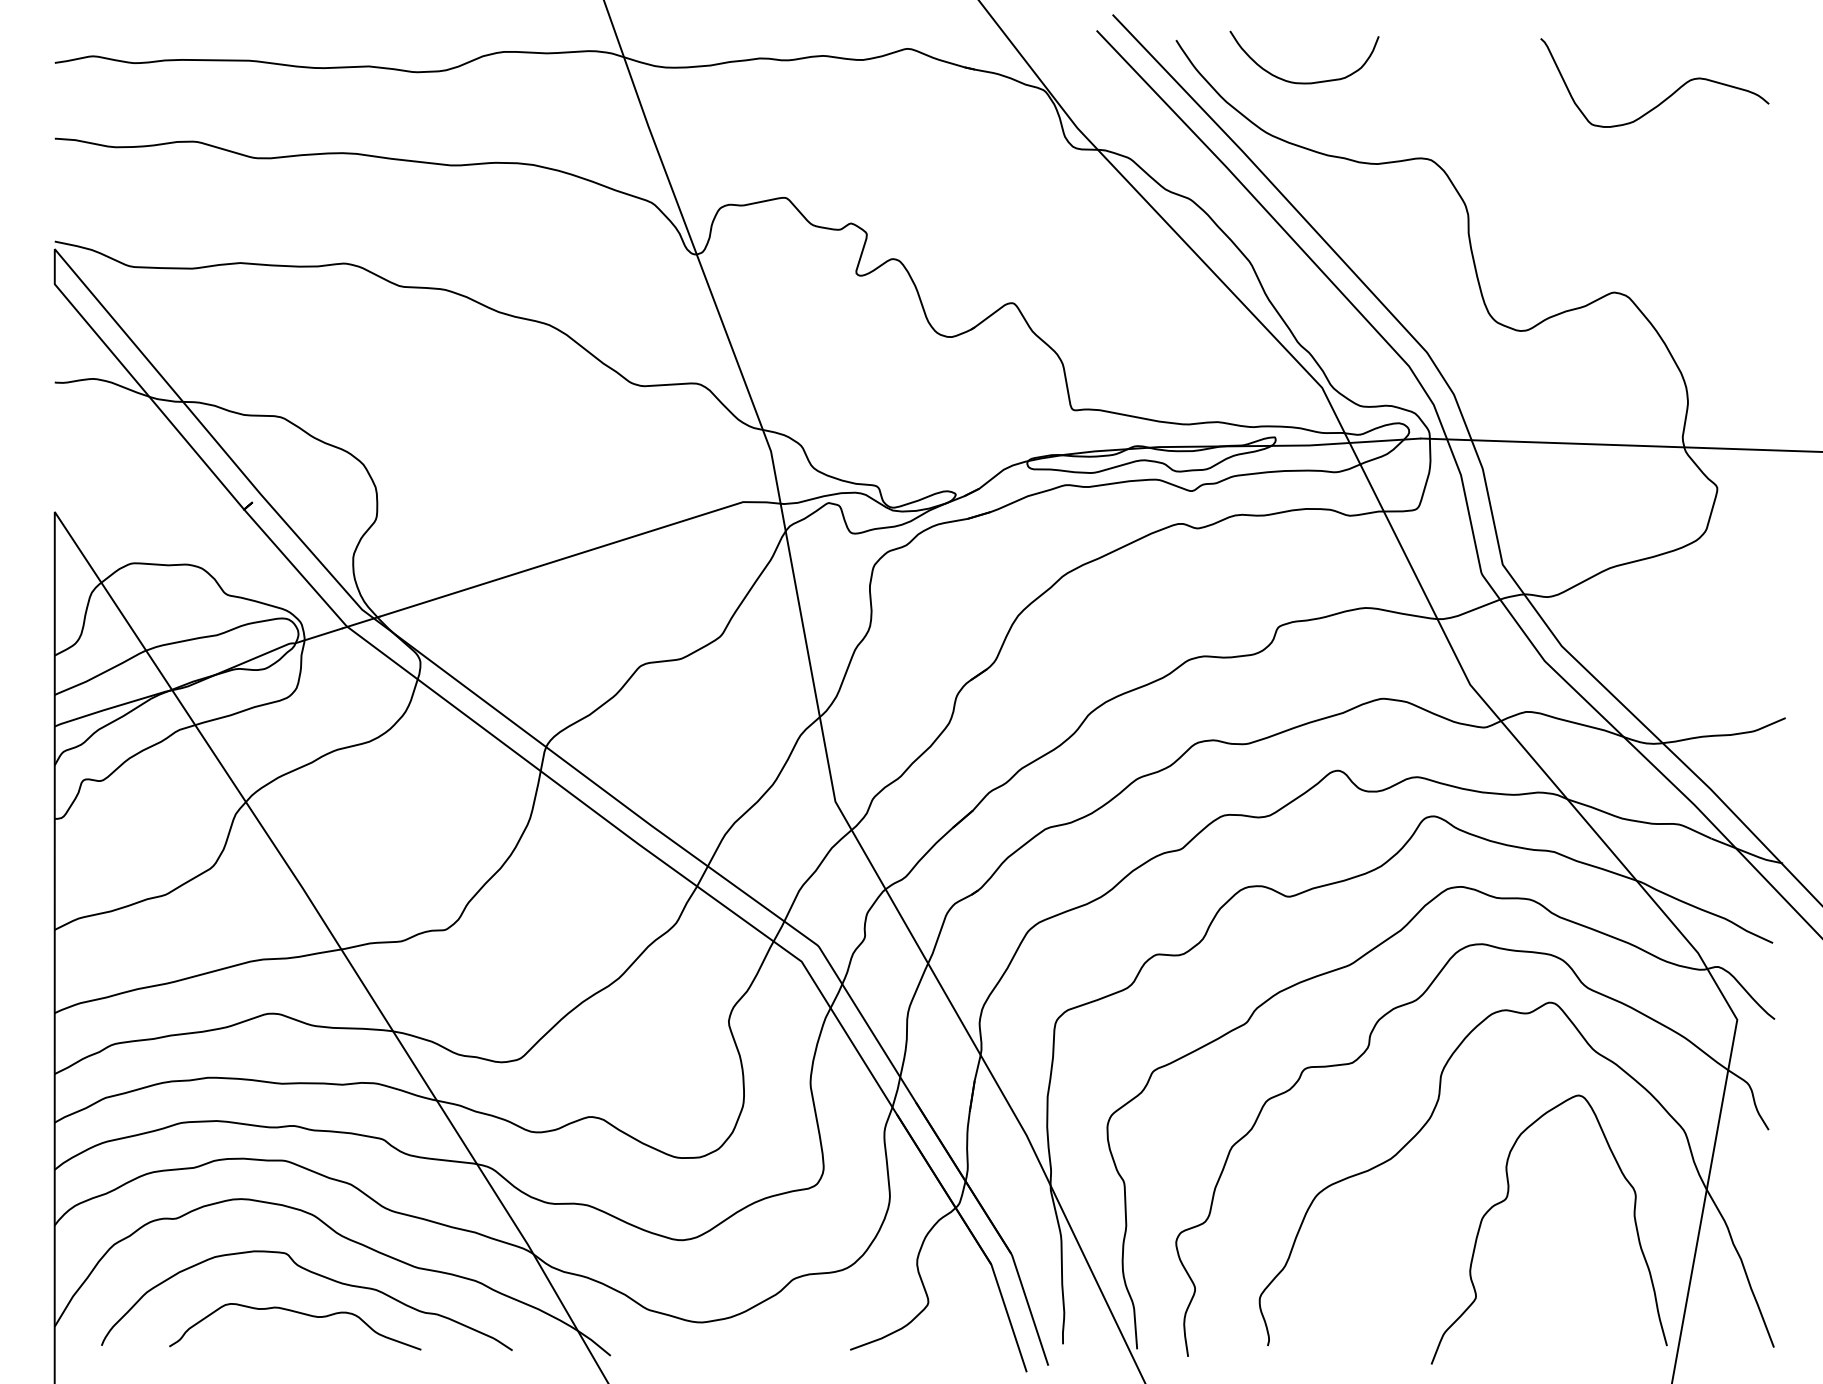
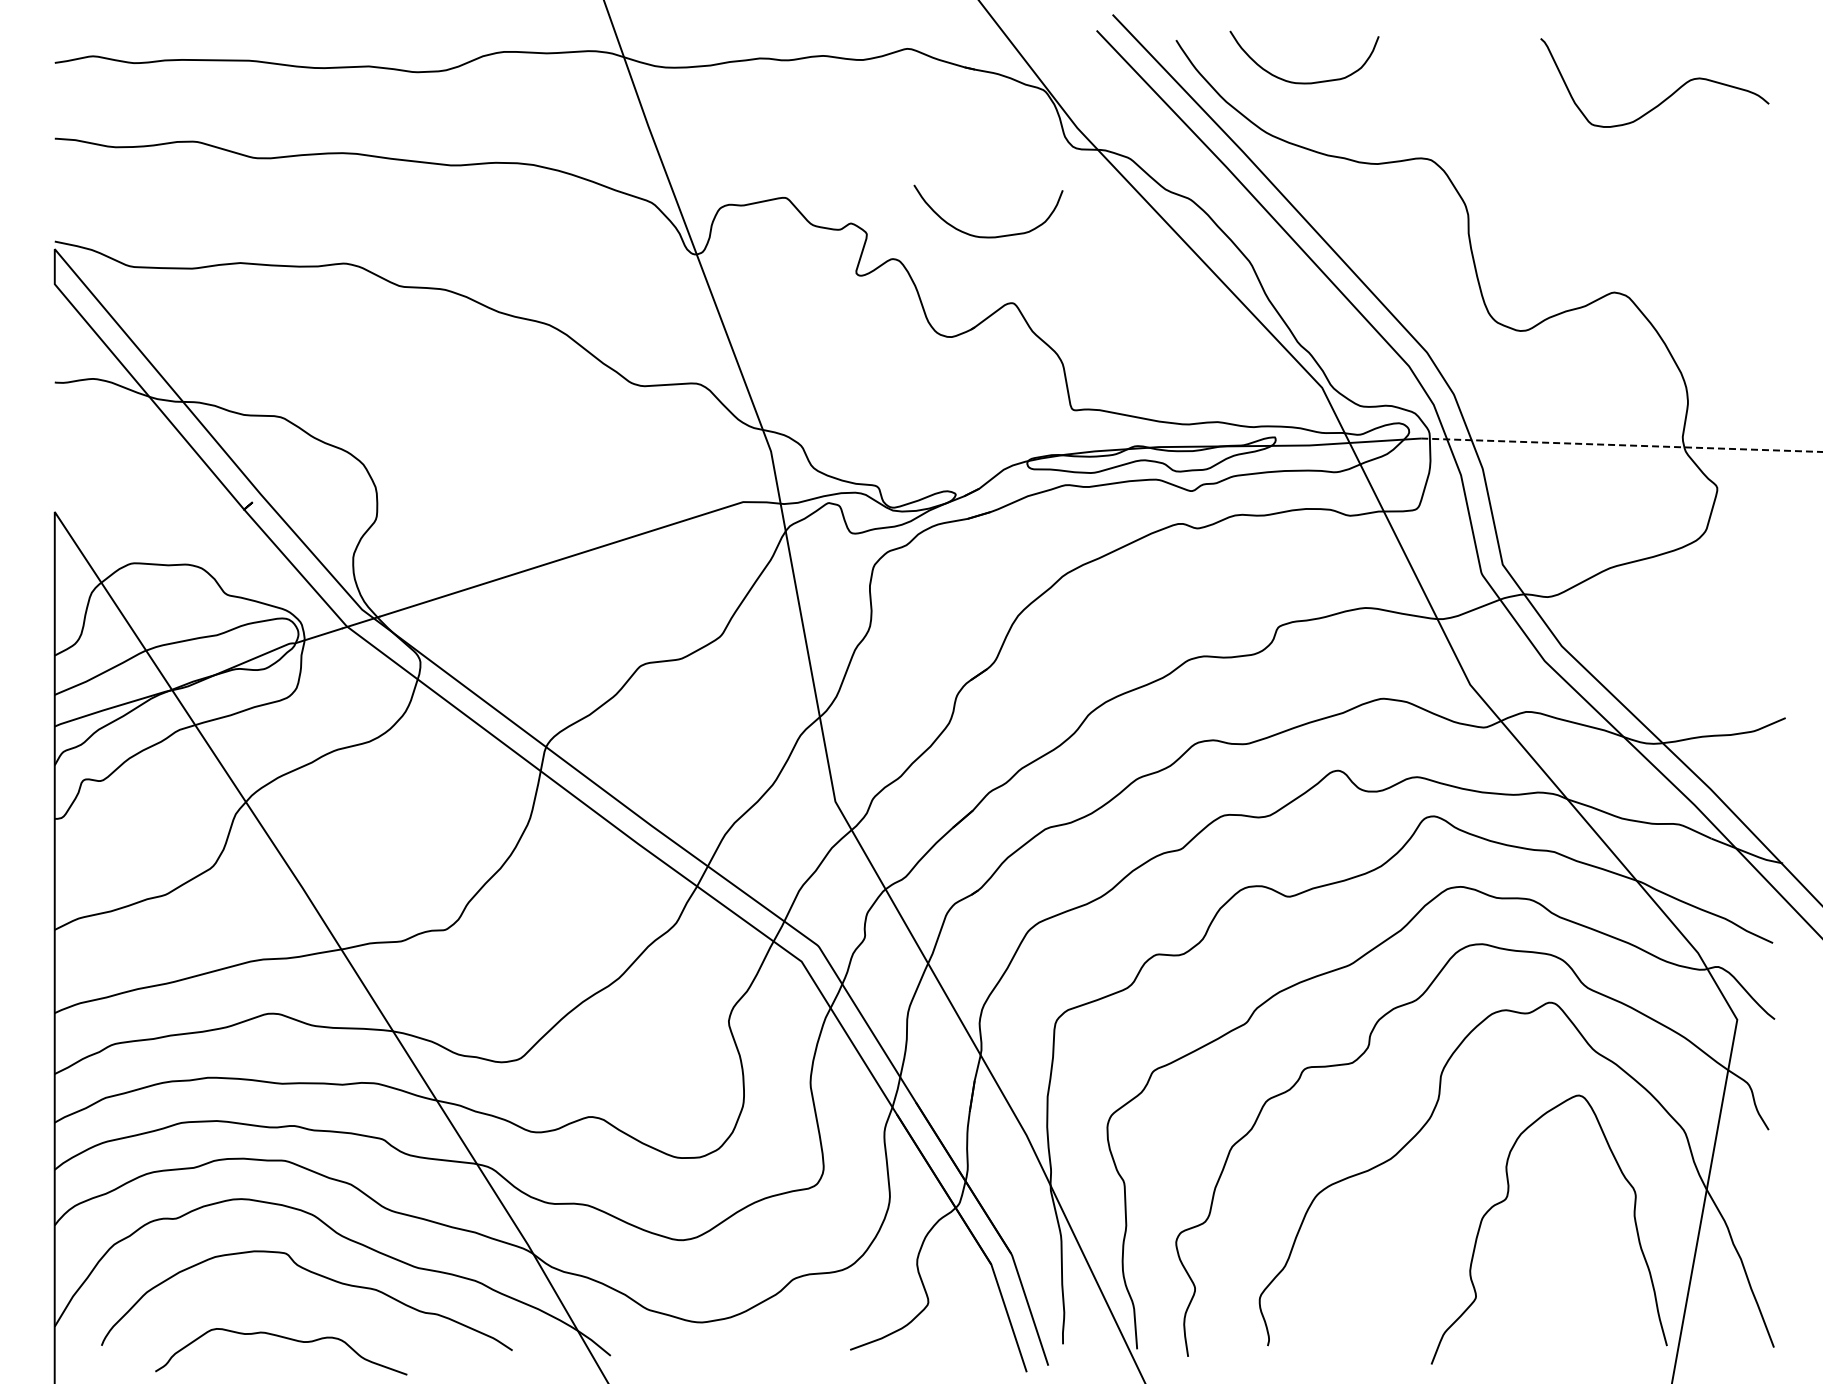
curve at (988, 236): none -> present
line at (1621, 445): solid -> dashed
curve at (297, 1313) position: (297, 1313) -> (283, 1338)
